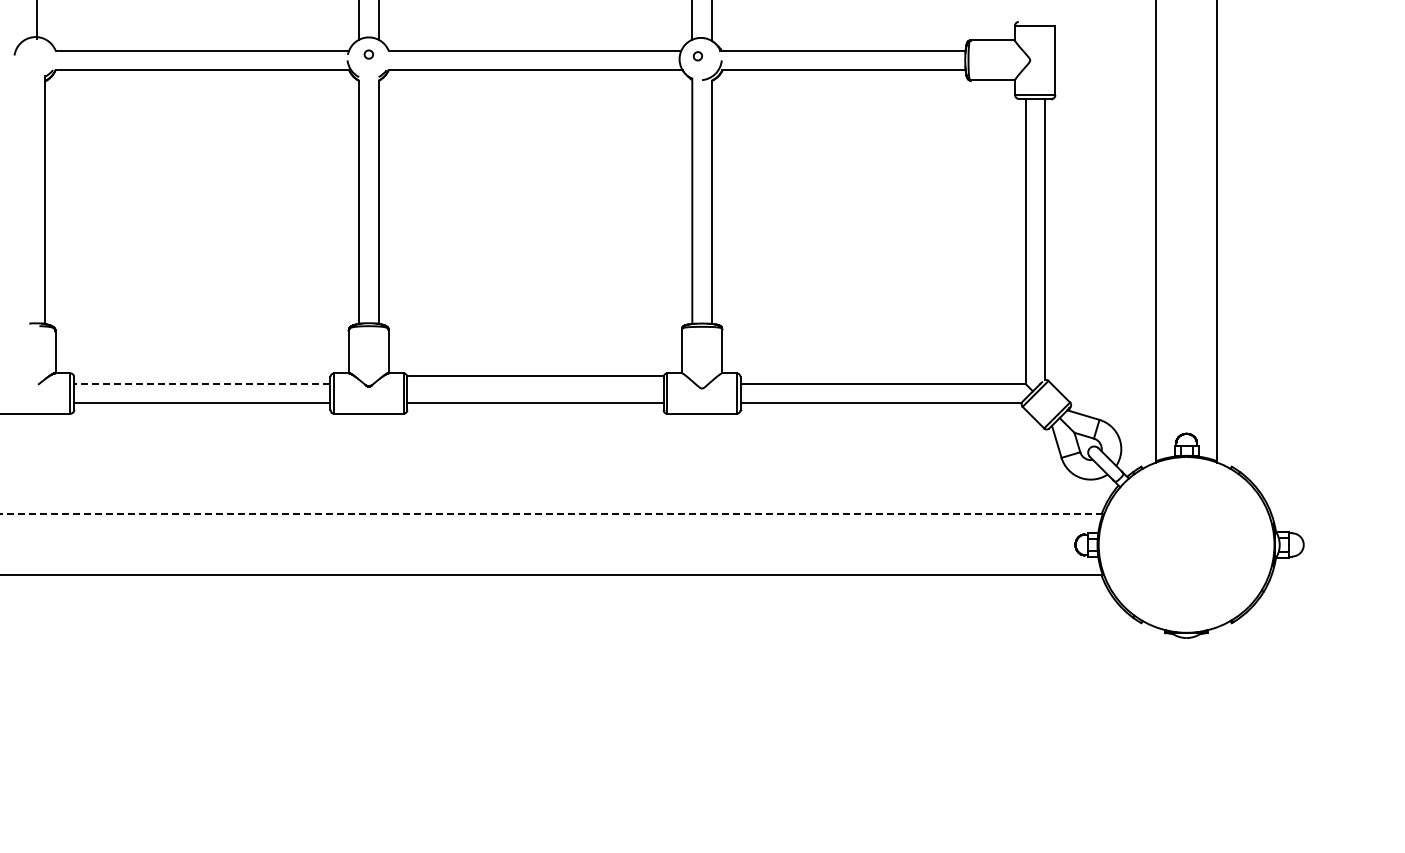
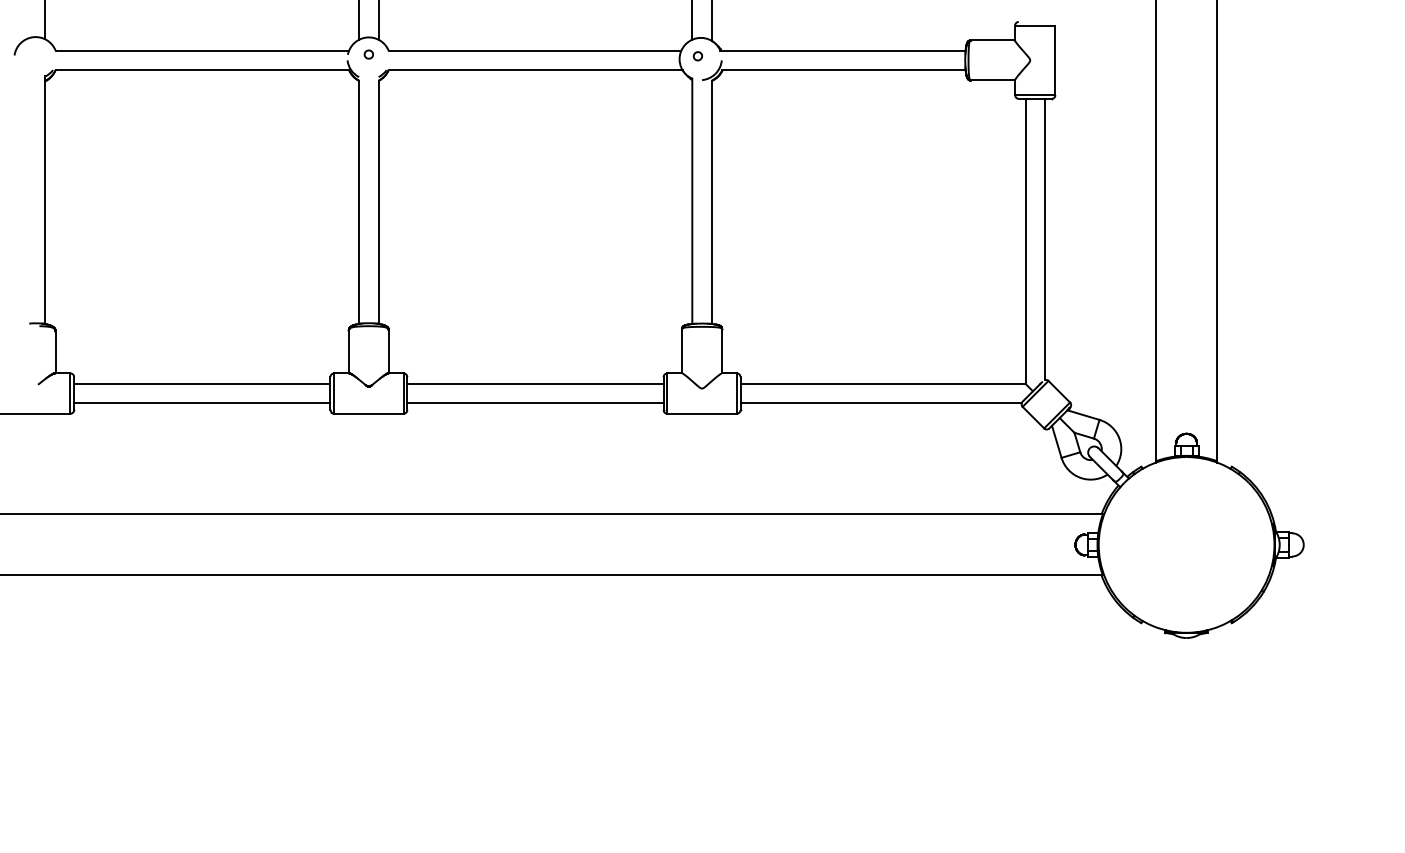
line at (37, 20) position: (37, 20) -> (45, 20)
line at (535, 375) position: (535, 375) -> (535, 383)
line at (201, 383): dashed -> solid
line at (551, 514): dashed -> solid
